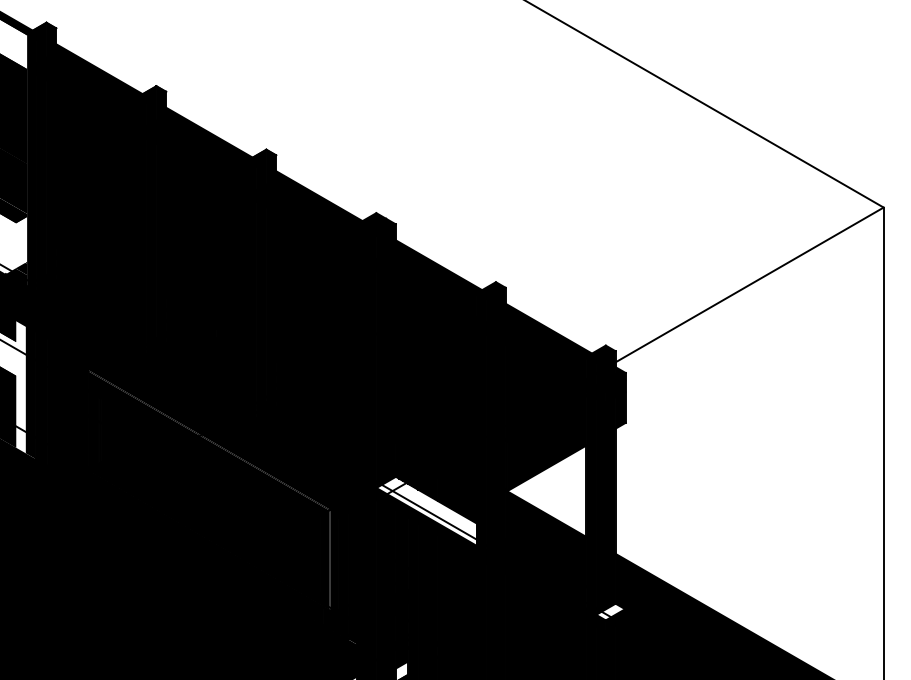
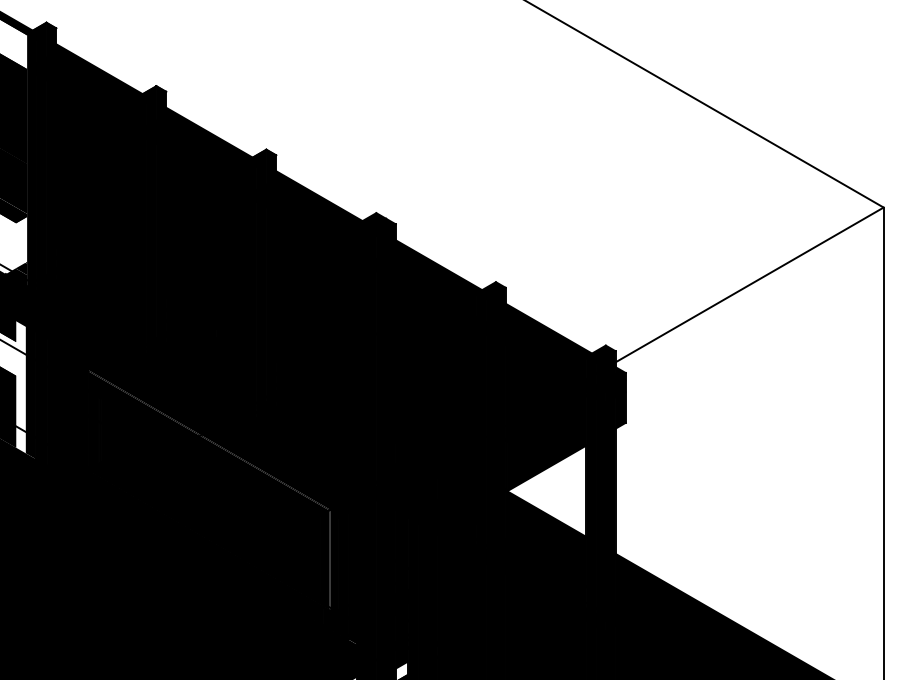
fill at (426, 510): none -> present
fill at (610, 611): none -> present
